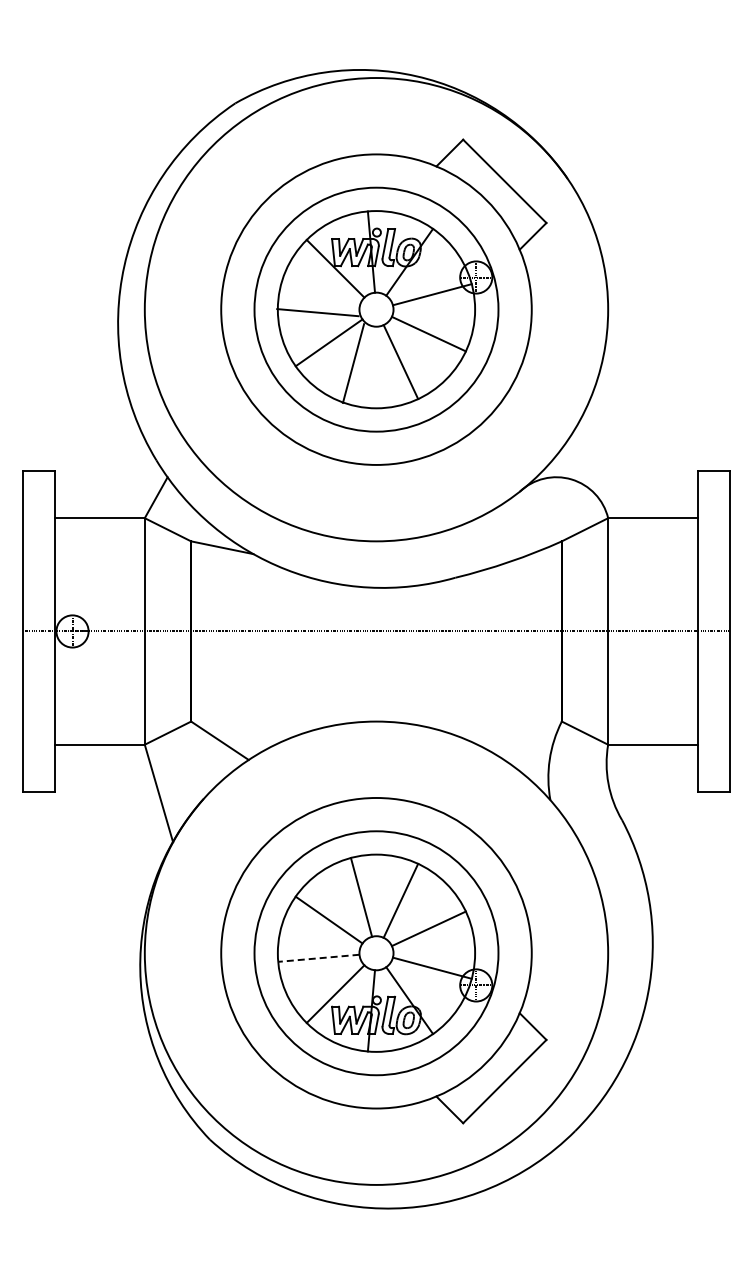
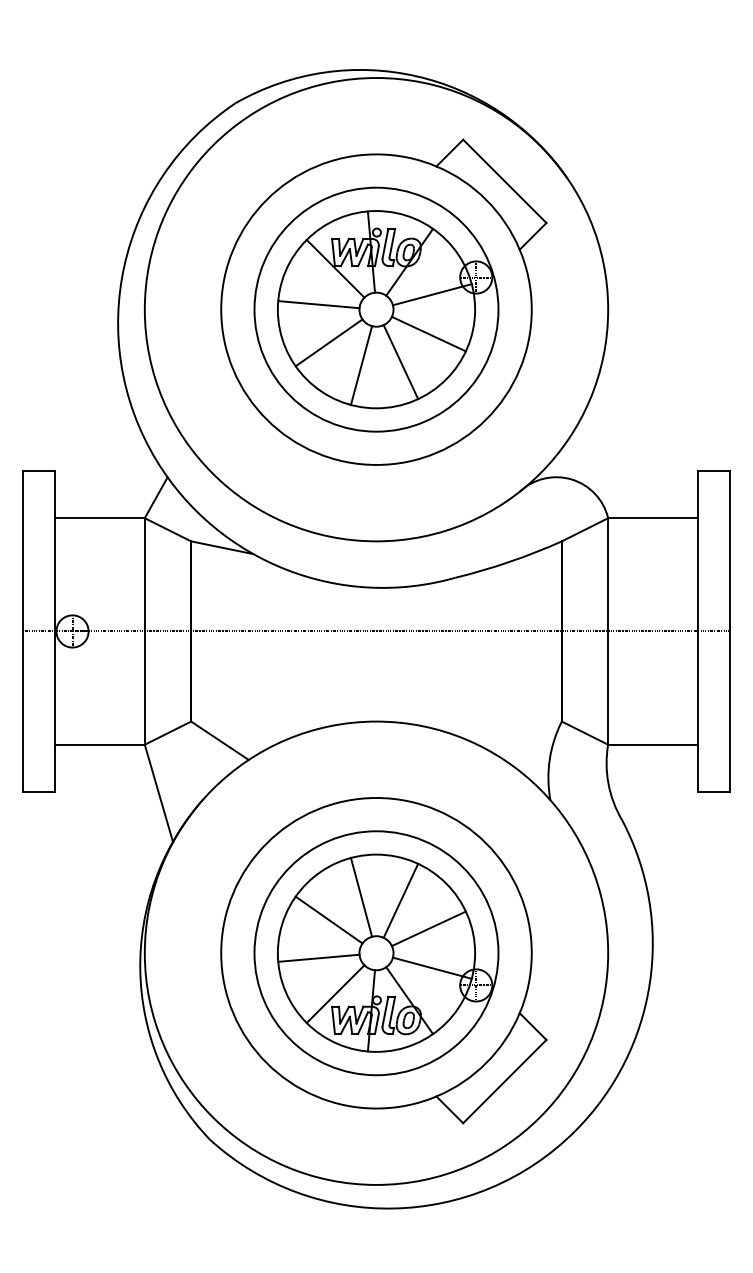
line at (317, 312) position: (317, 312) -> (318, 304)
line at (353, 363) position: (353, 363) -> (361, 365)
line at (318, 958): dashed -> solid
